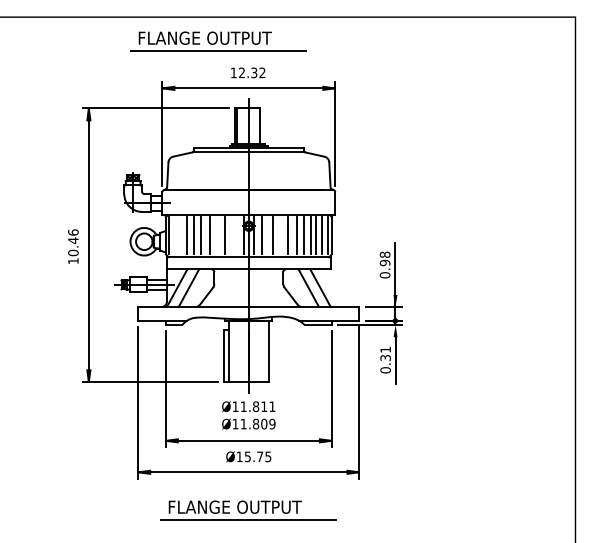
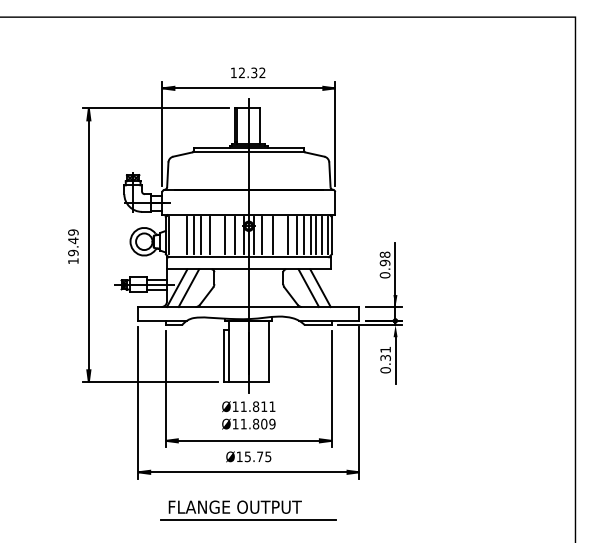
part at (218, 41): present -> none
line at (235, 235): none -> present
text at (73, 242): 10.46 -> 19.49
